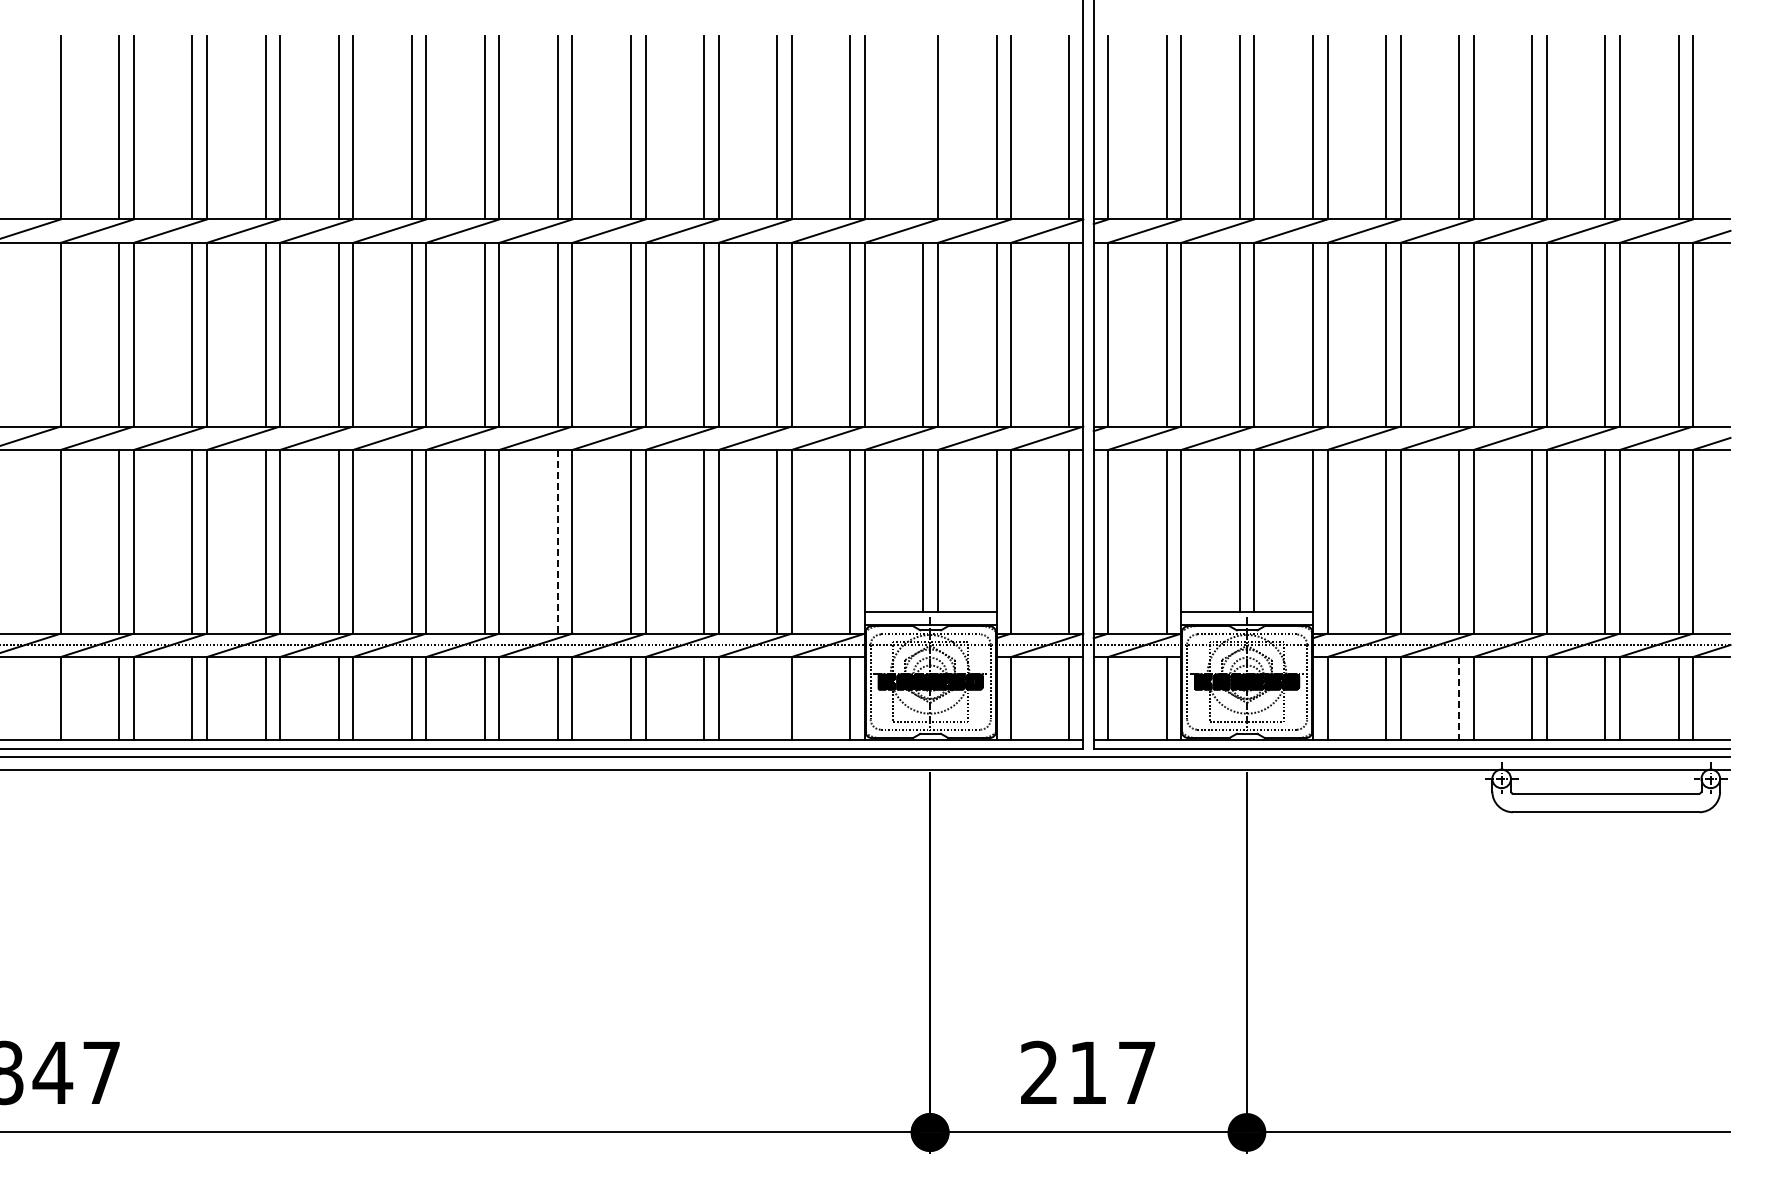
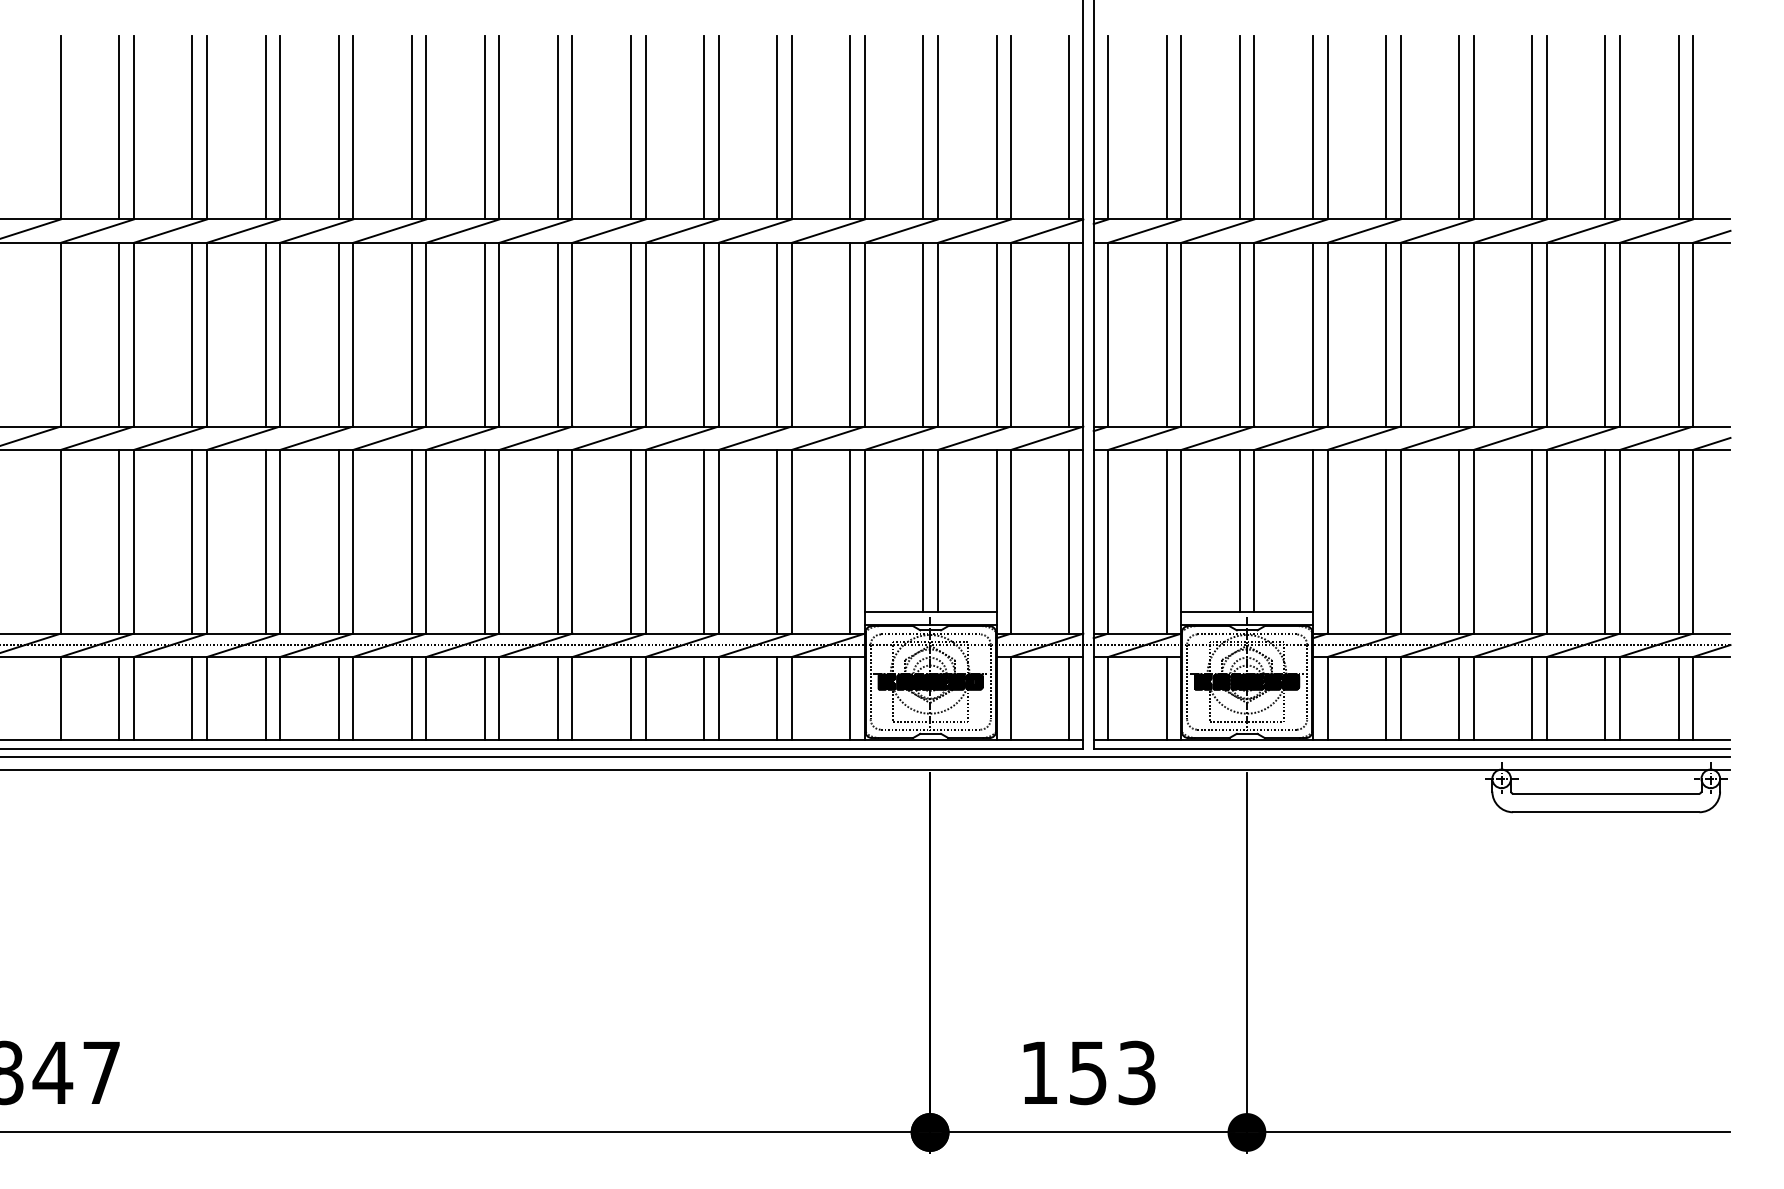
line at (923, 127): none -> present
line at (557, 541): dashed -> solid
line at (777, 698): none -> present
line at (1459, 698): dashed -> solid
text at (1088, 1072): 217 -> 153
